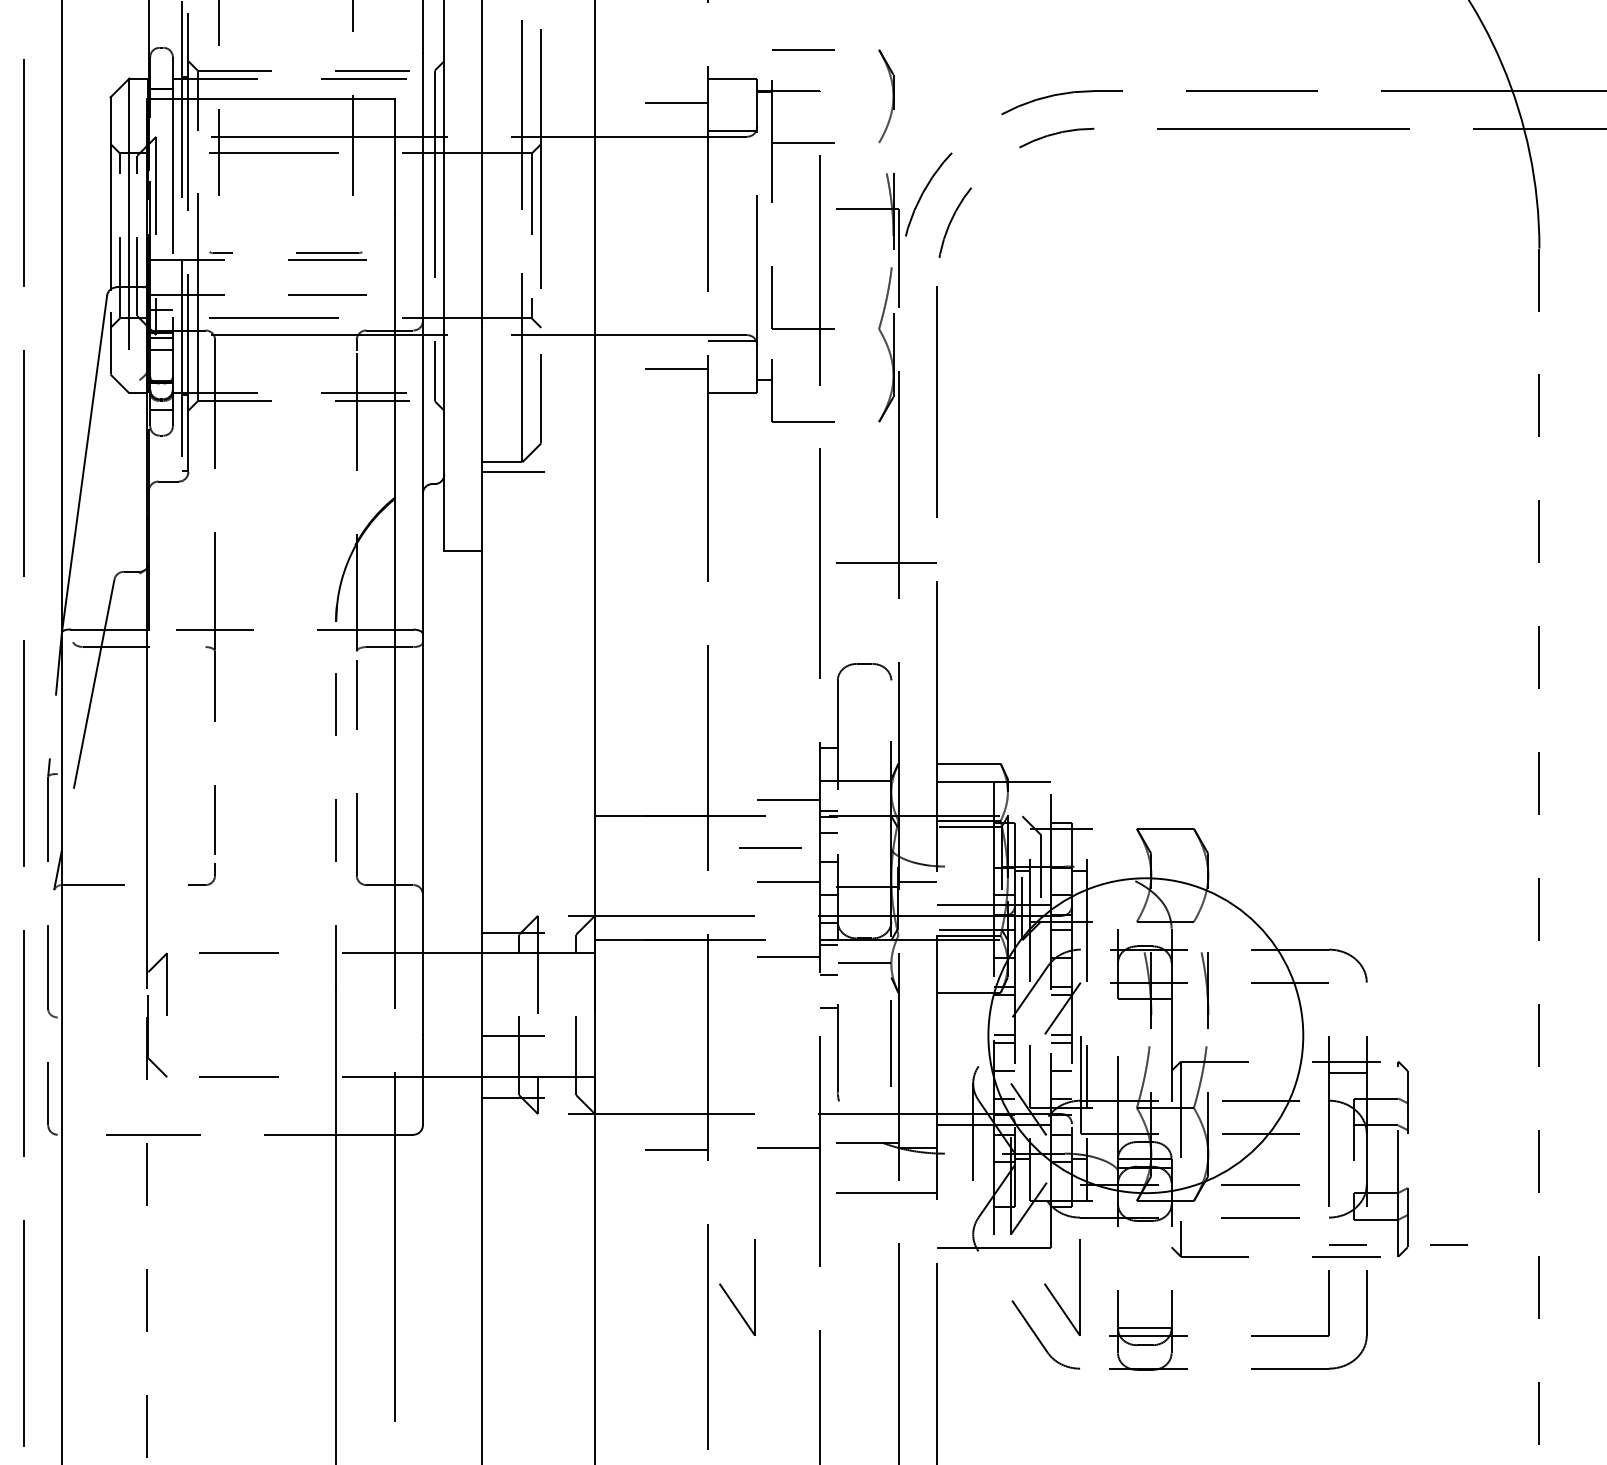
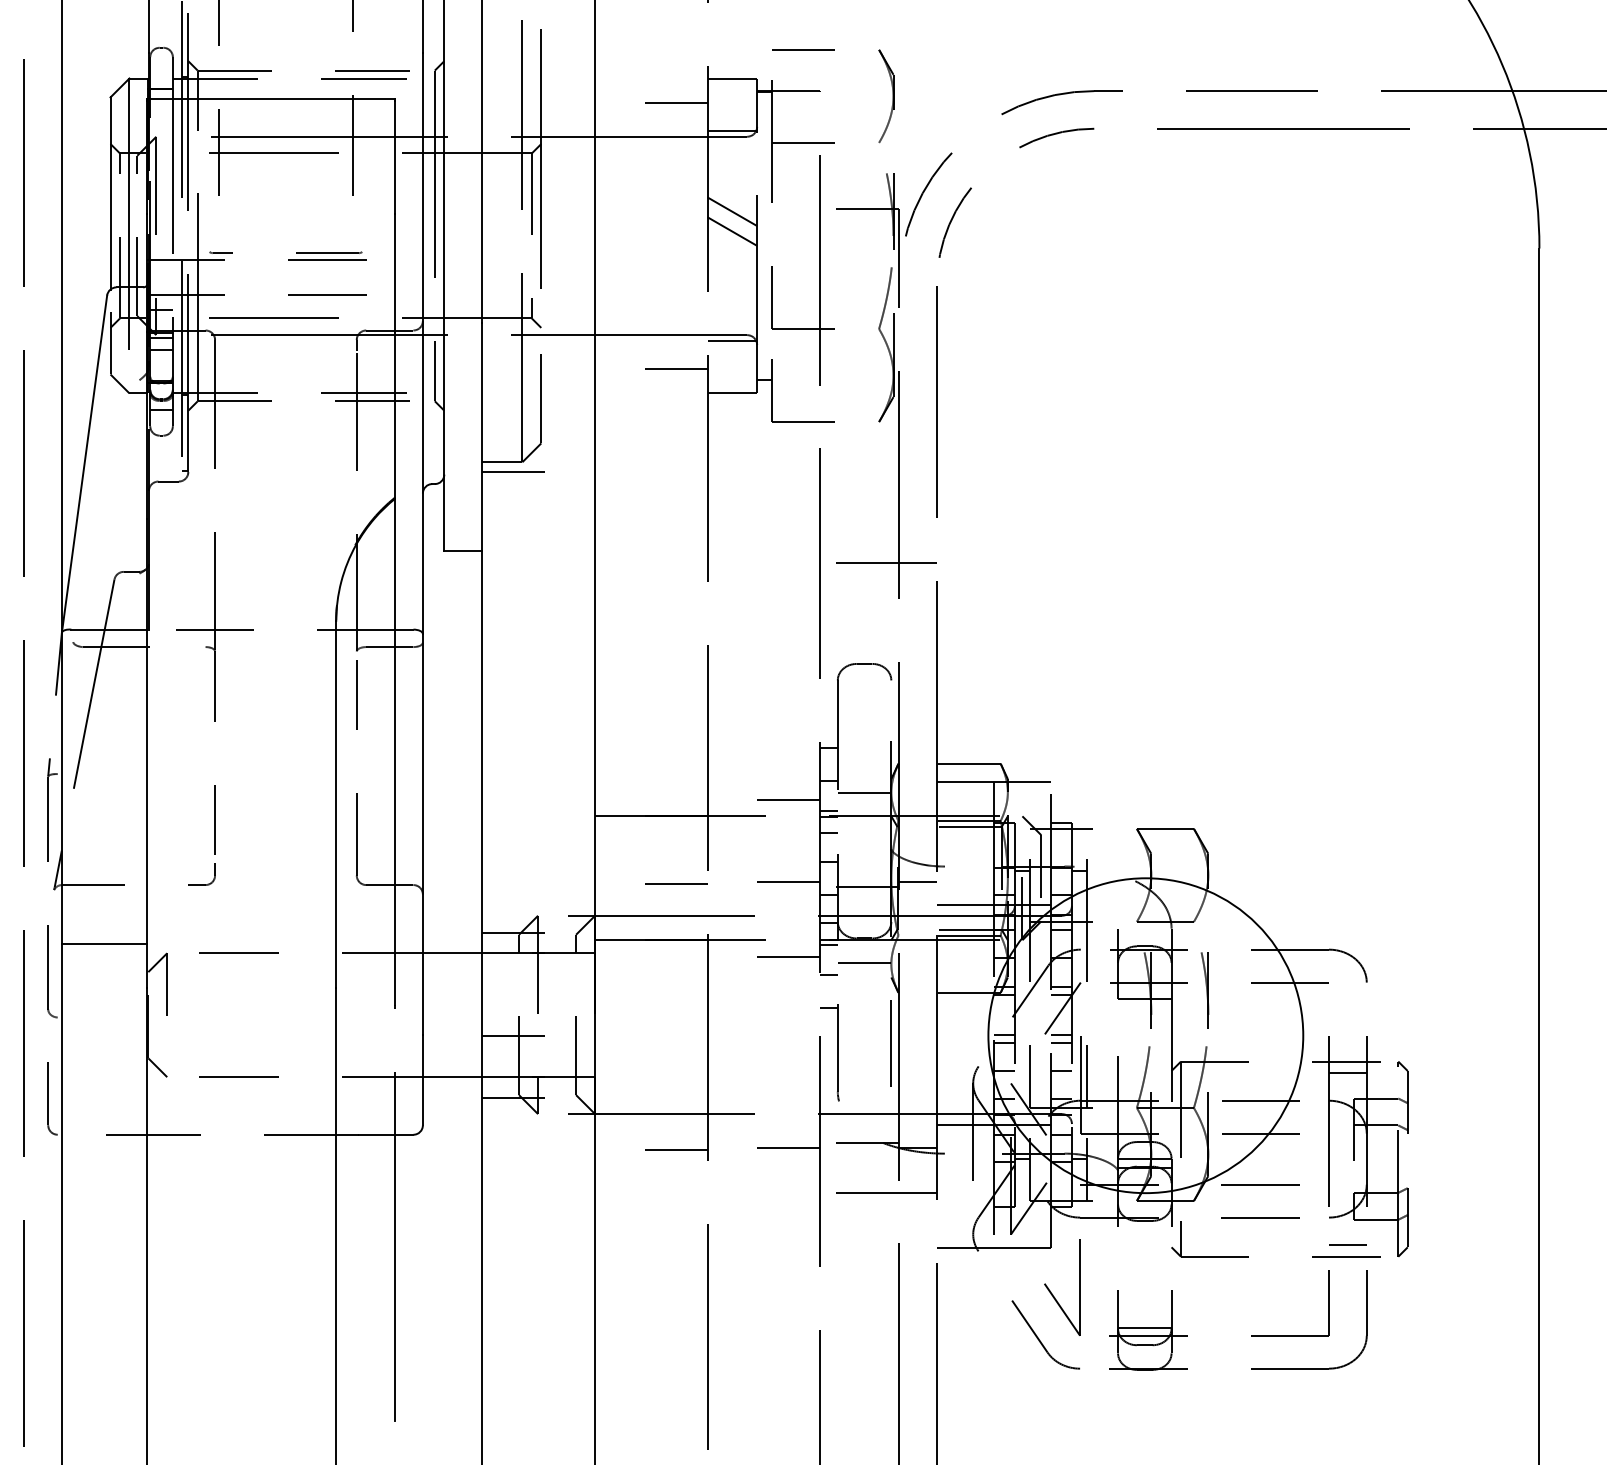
line at (732, 211): none -> present
line at (732, 231): none -> present
line at (864, 781) position: (864, 781) -> (864, 793)
line at (336, 804): dashed -> solid
line at (770, 847) position: (770, 847) -> (676, 883)
line at (1539, 857): dashed -> solid
line at (104, 944): none -> present
line at (147, 1225): dashed -> solid
line at (1448, 1244): present -> none
part at (728, 1294): present -> none
